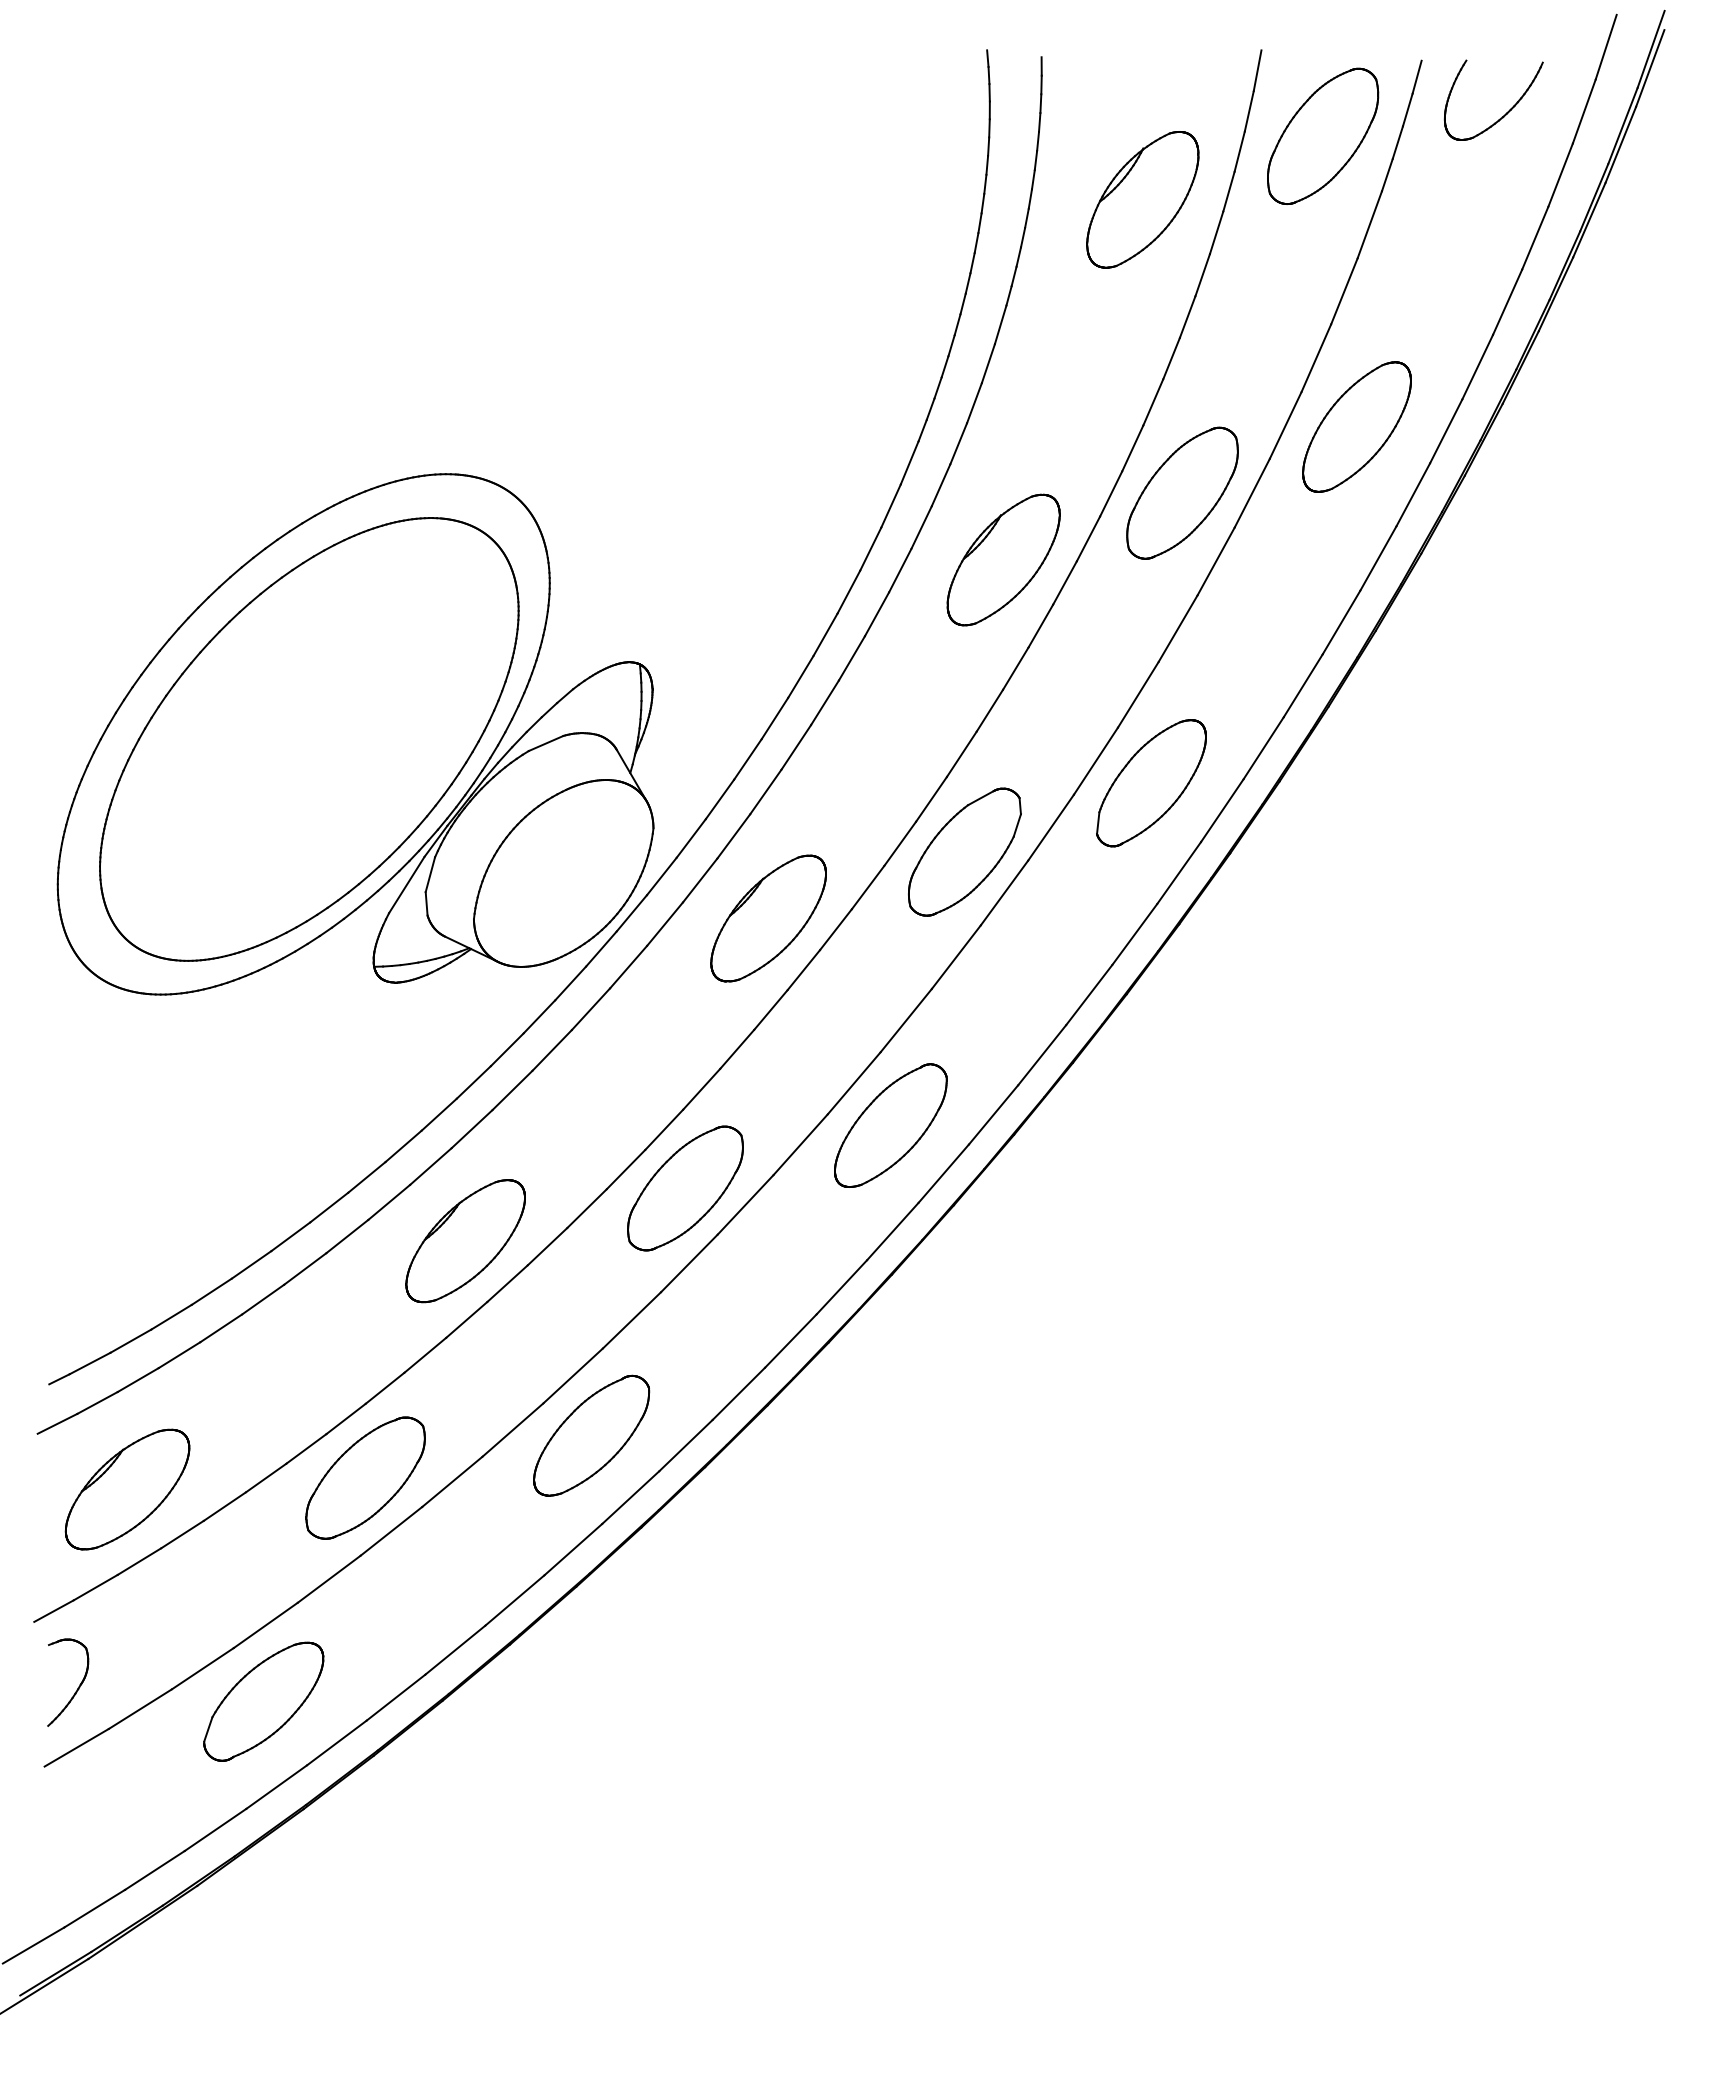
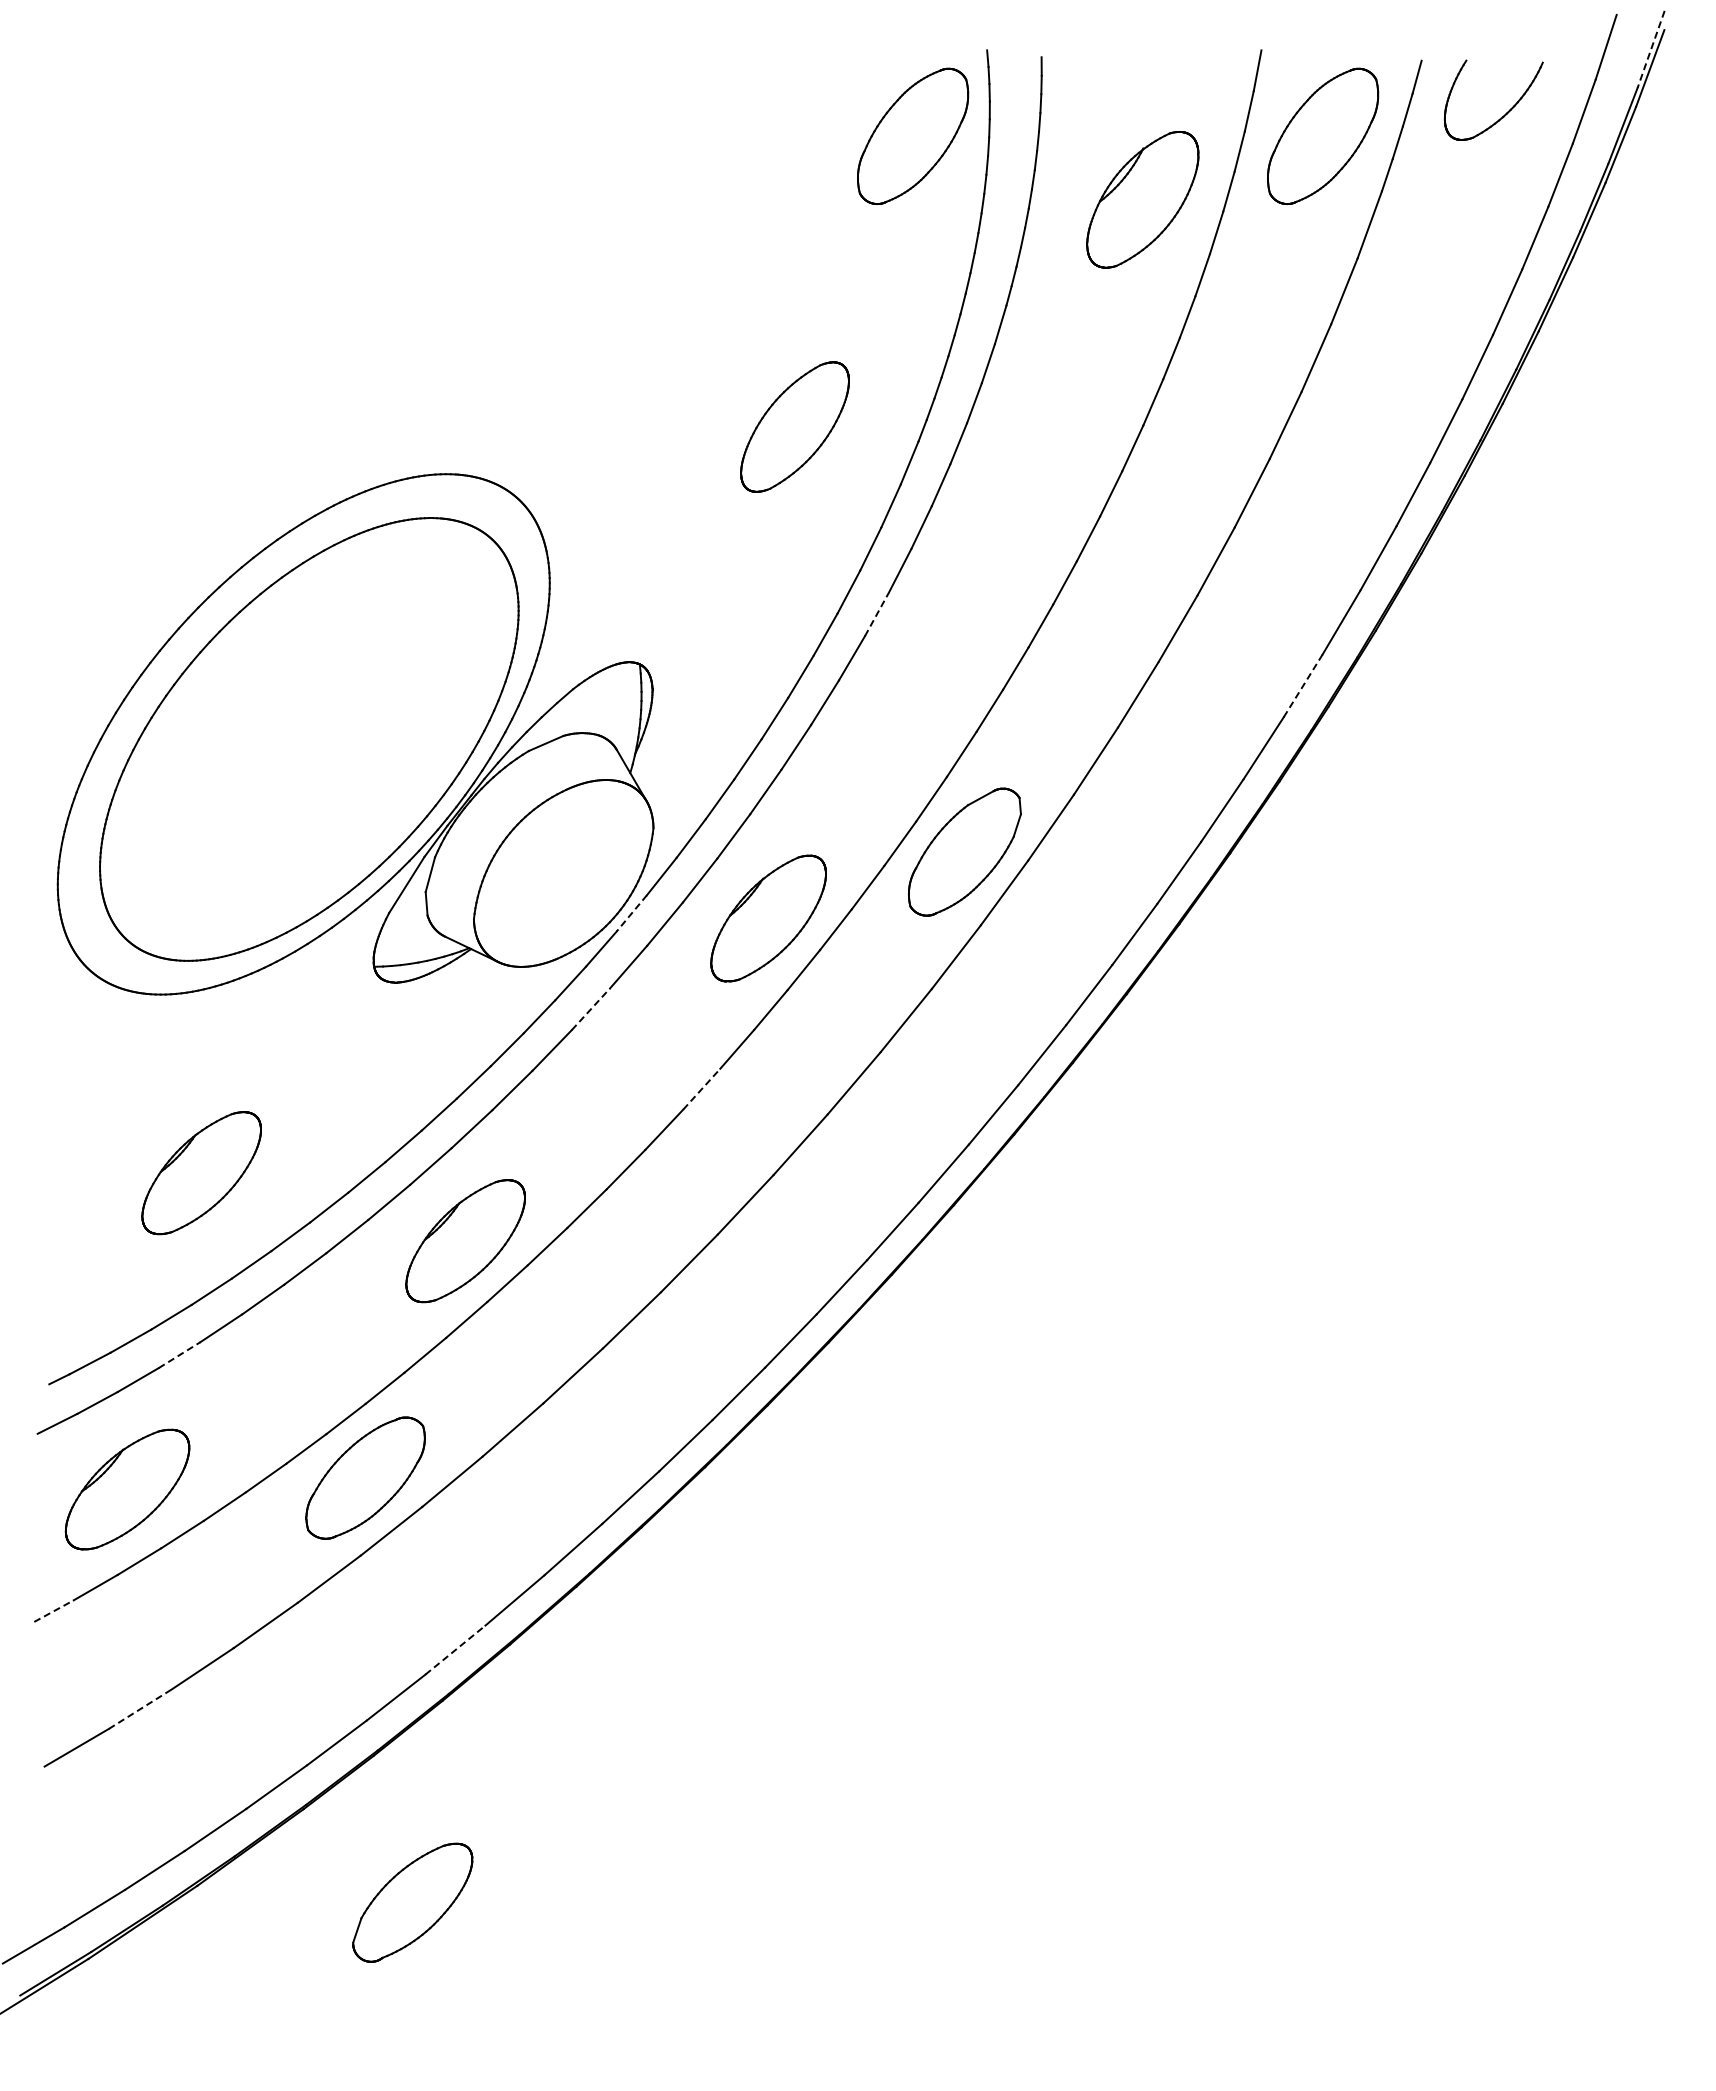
line at (1651, 49): solid -> dashed
part at (913, 135): none -> present
part at (1356, 426) position: (1356, 426) -> (794, 426)
part at (1182, 492): present -> none
part at (1003, 559): present -> none
line at (877, 613): solid -> dashed
line at (1303, 685): solid -> dashed
part at (1151, 783): present -> none
line at (631, 913): solid -> dashed
line at (591, 1008): solid -> dashed
line at (701, 1089): solid -> dashed
part at (890, 1125): present -> none
part at (201, 1173): none -> present
part at (685, 1188): present -> none
line at (179, 1354): solid -> dashed
part at (591, 1435): present -> none
line at (54, 1611): solid -> dashed
line at (455, 1650): solid -> dashed
part at (76, 1689): present -> none
part at (263, 1701) position: (263, 1701) -> (412, 1902)
line at (140, 1708): solid -> dashed
